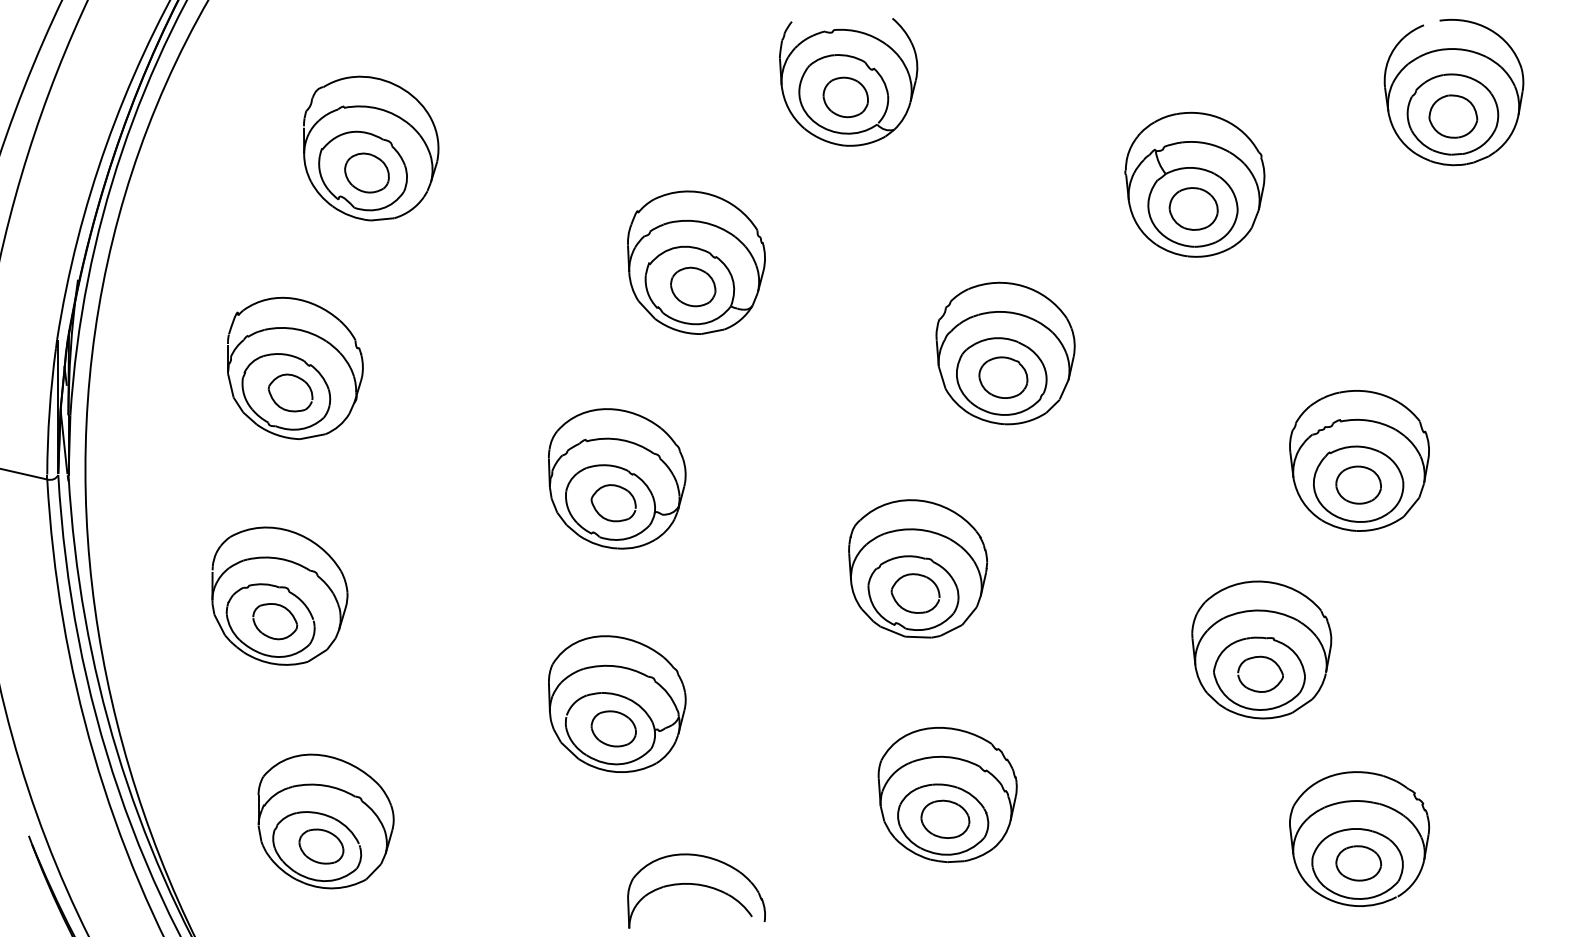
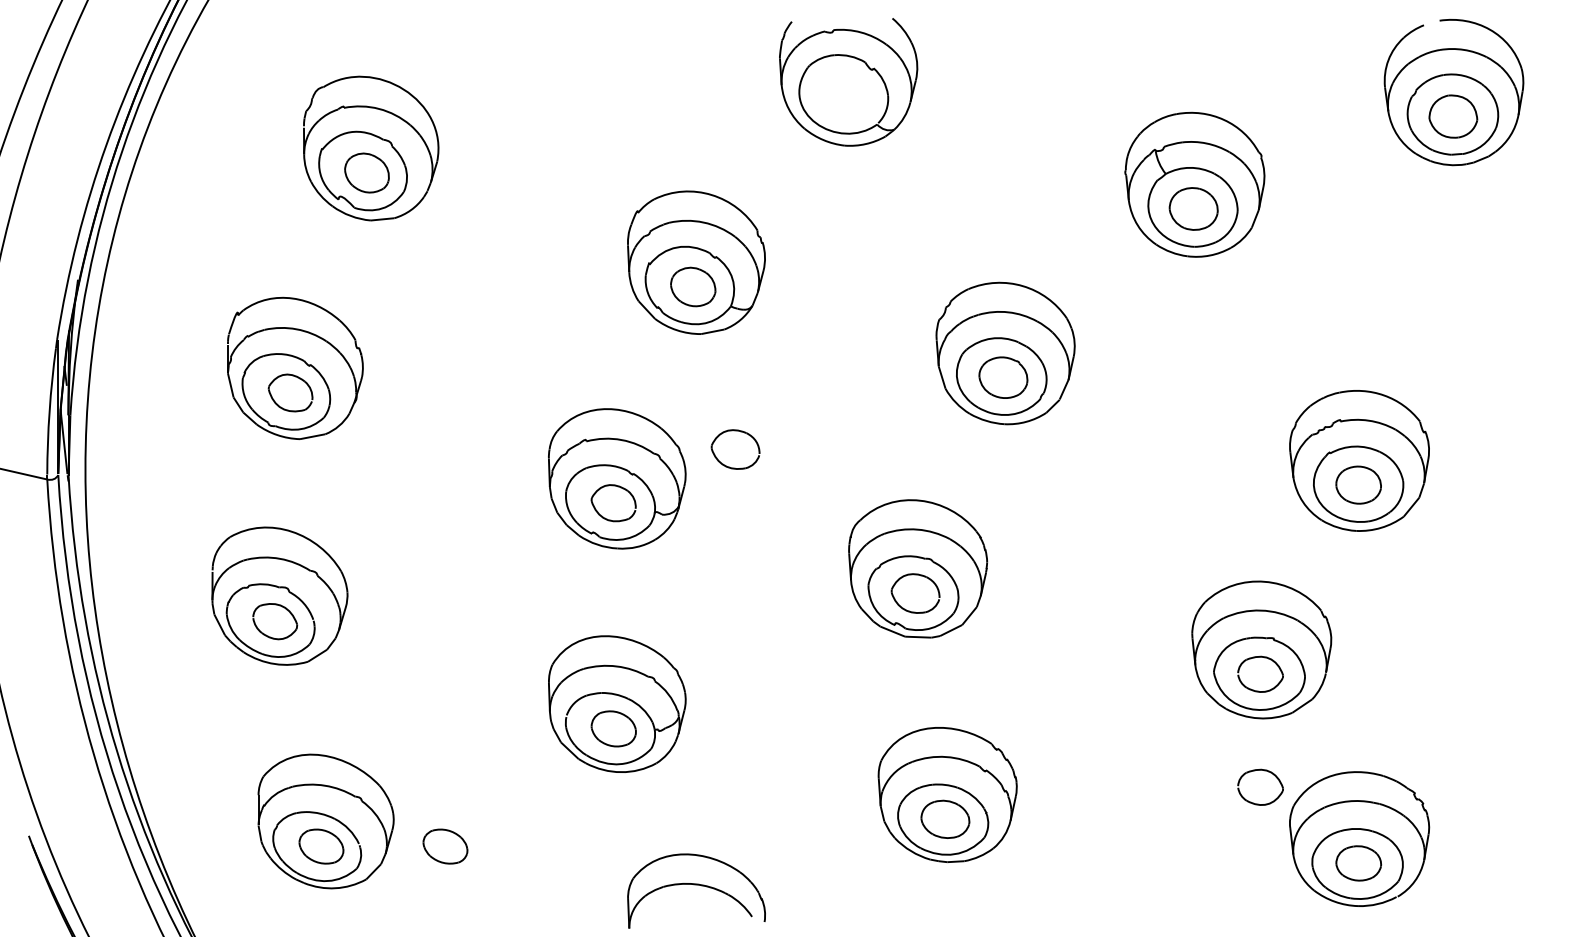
part at (845, 97): present -> none
part at (740, 432): none -> present
part at (1260, 786): none -> present
part at (445, 846): none -> present
